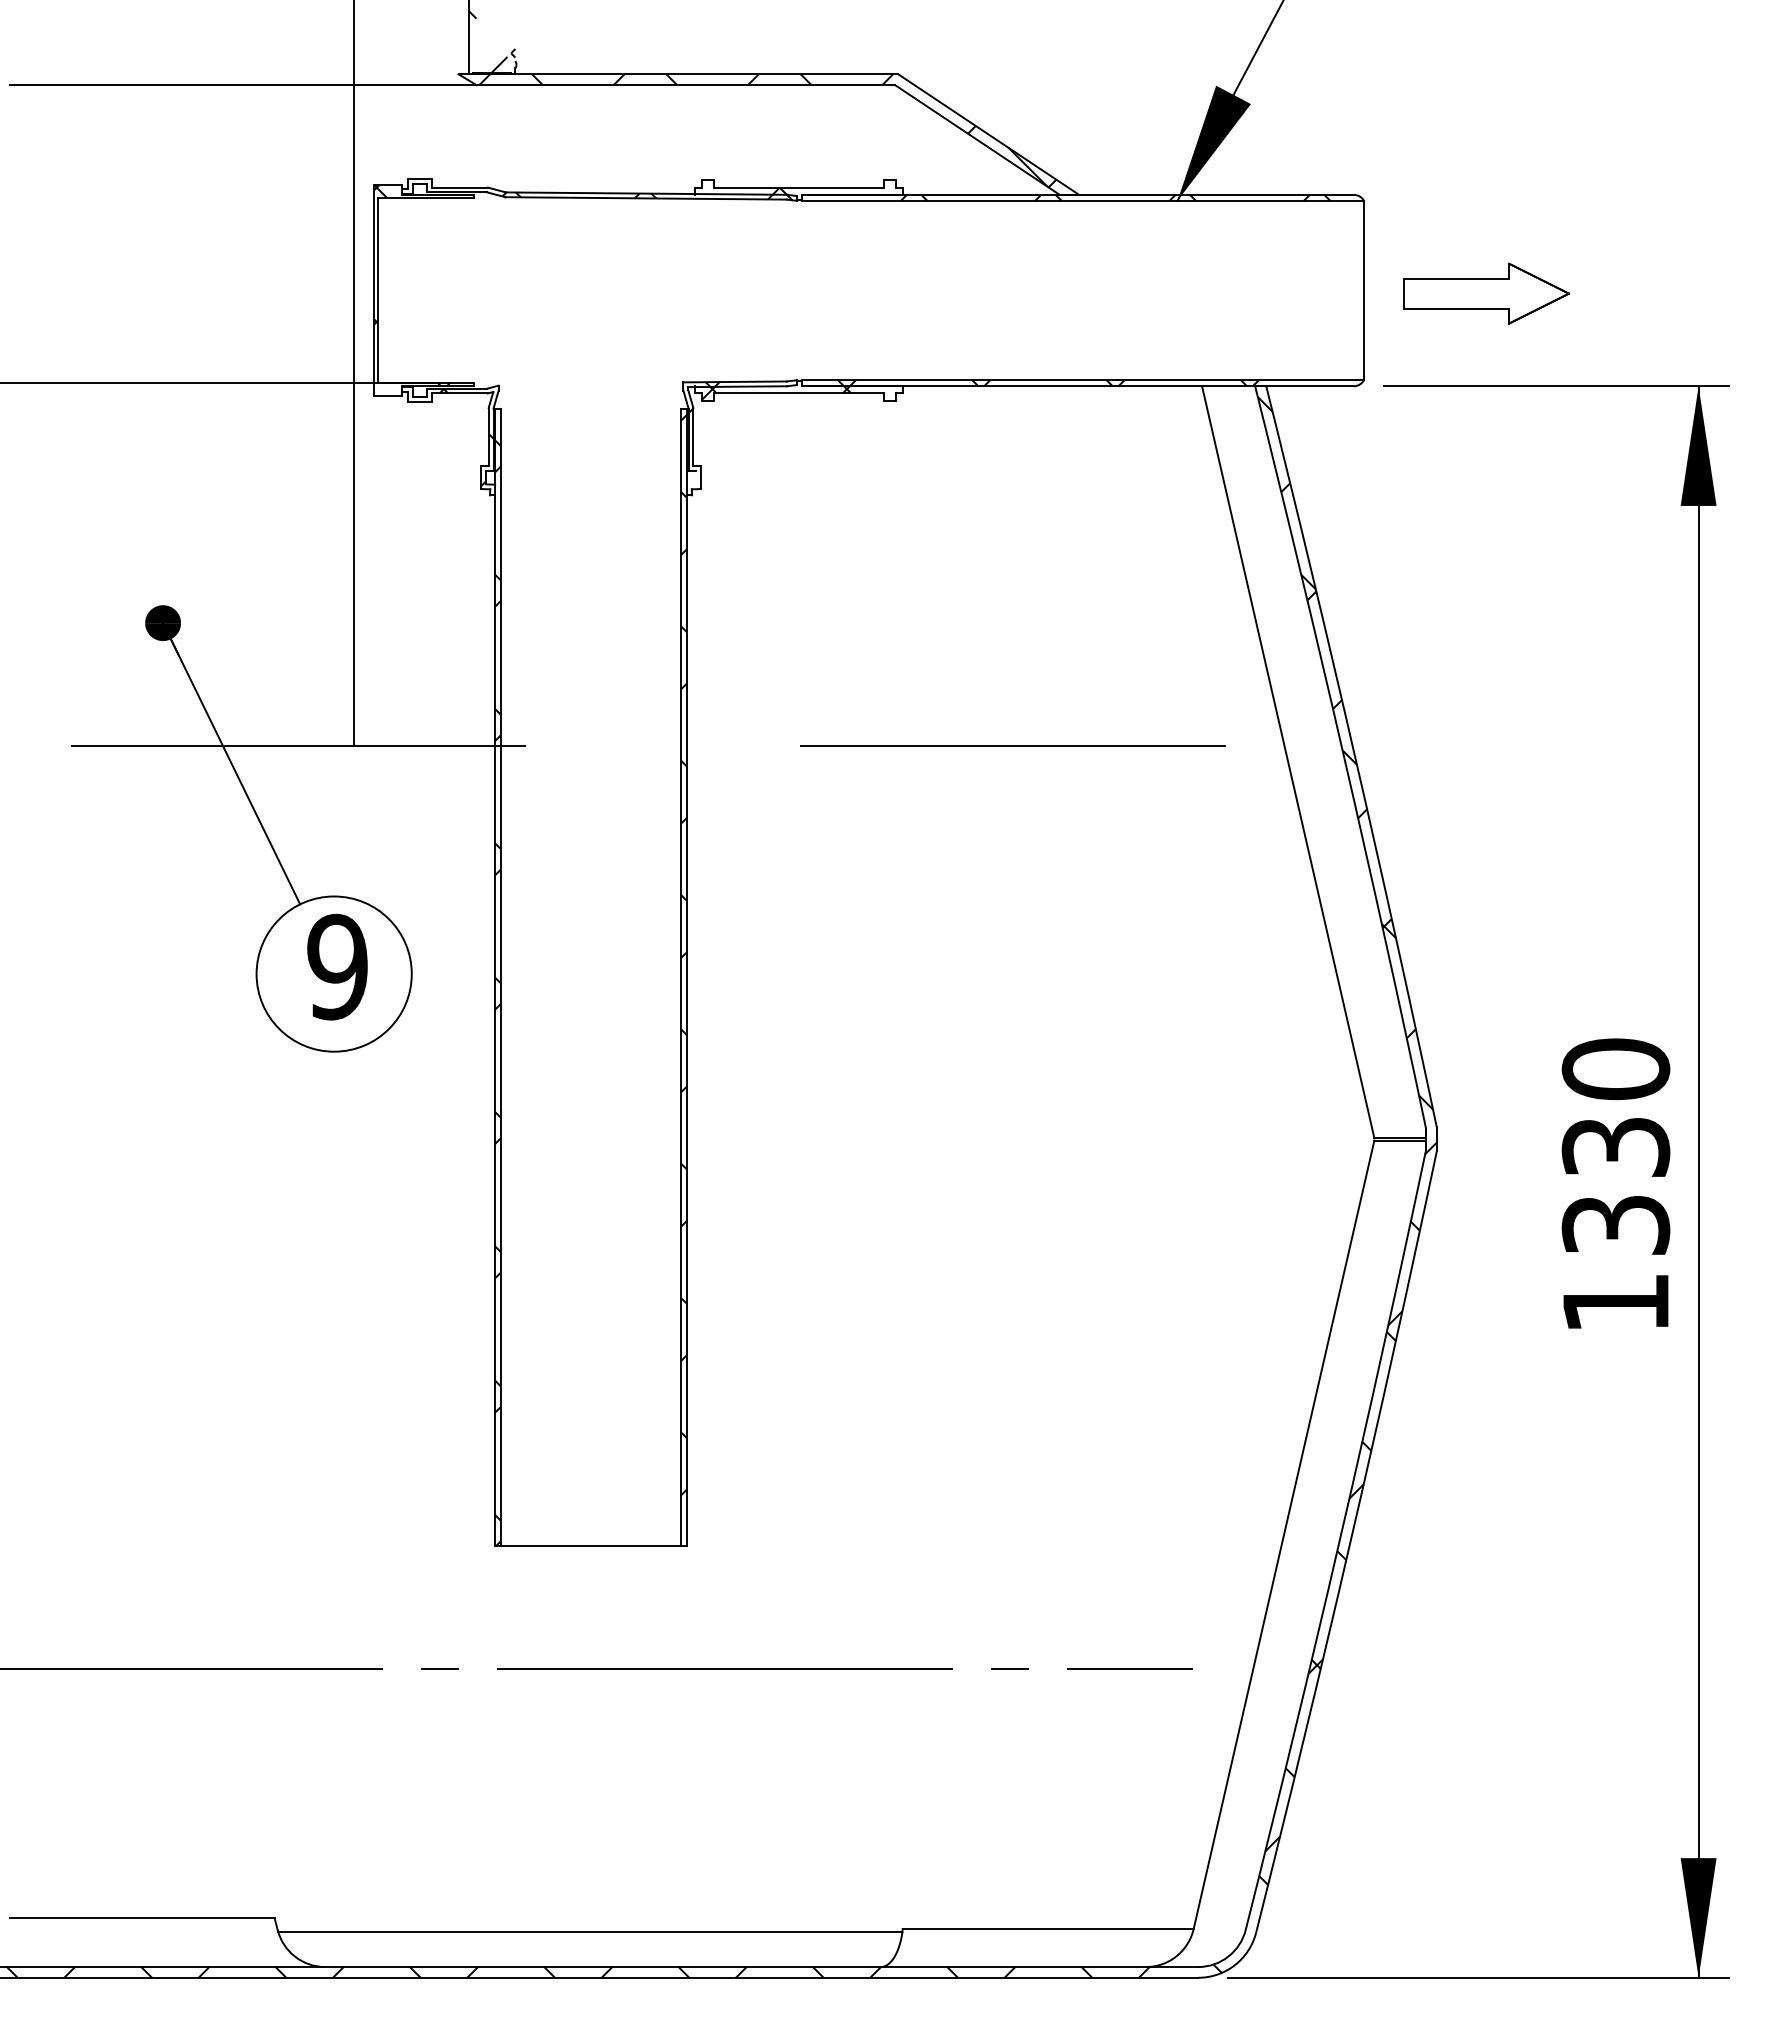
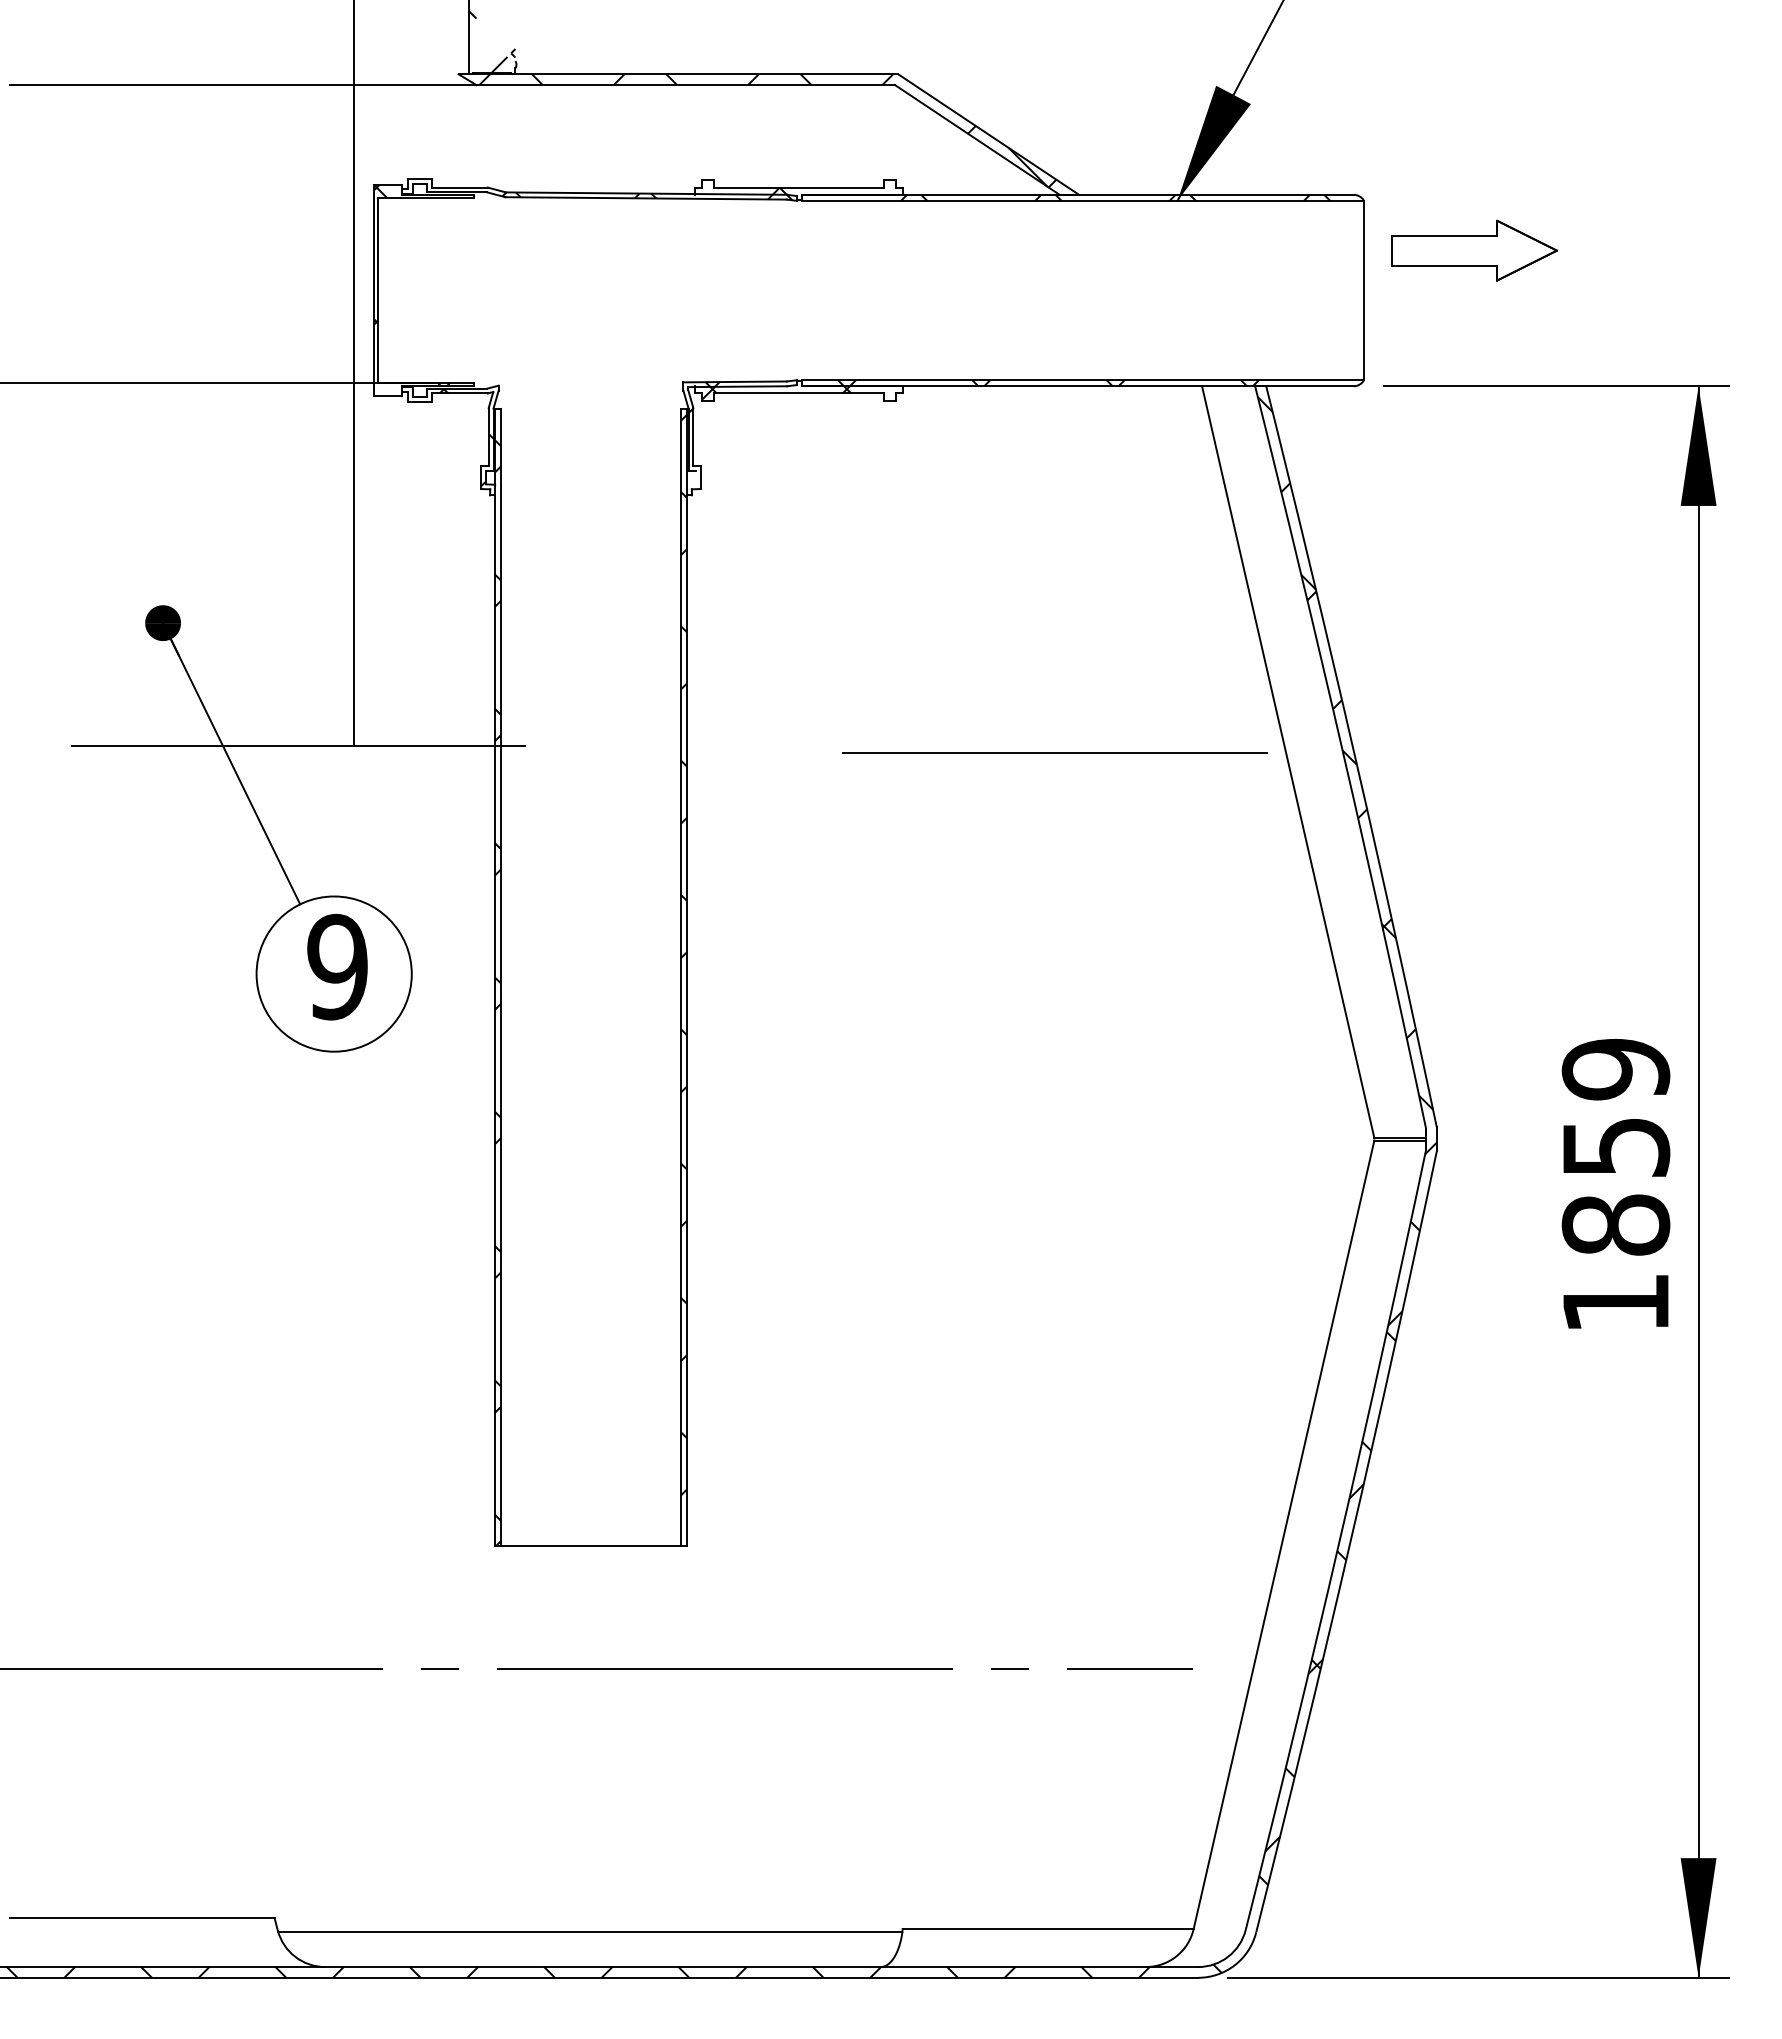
part at (1486, 293) position: (1486, 293) -> (1474, 250)
line at (1012, 745) position: (1012, 745) -> (1054, 752)
text at (1615, 1146): 1330 -> 1859
